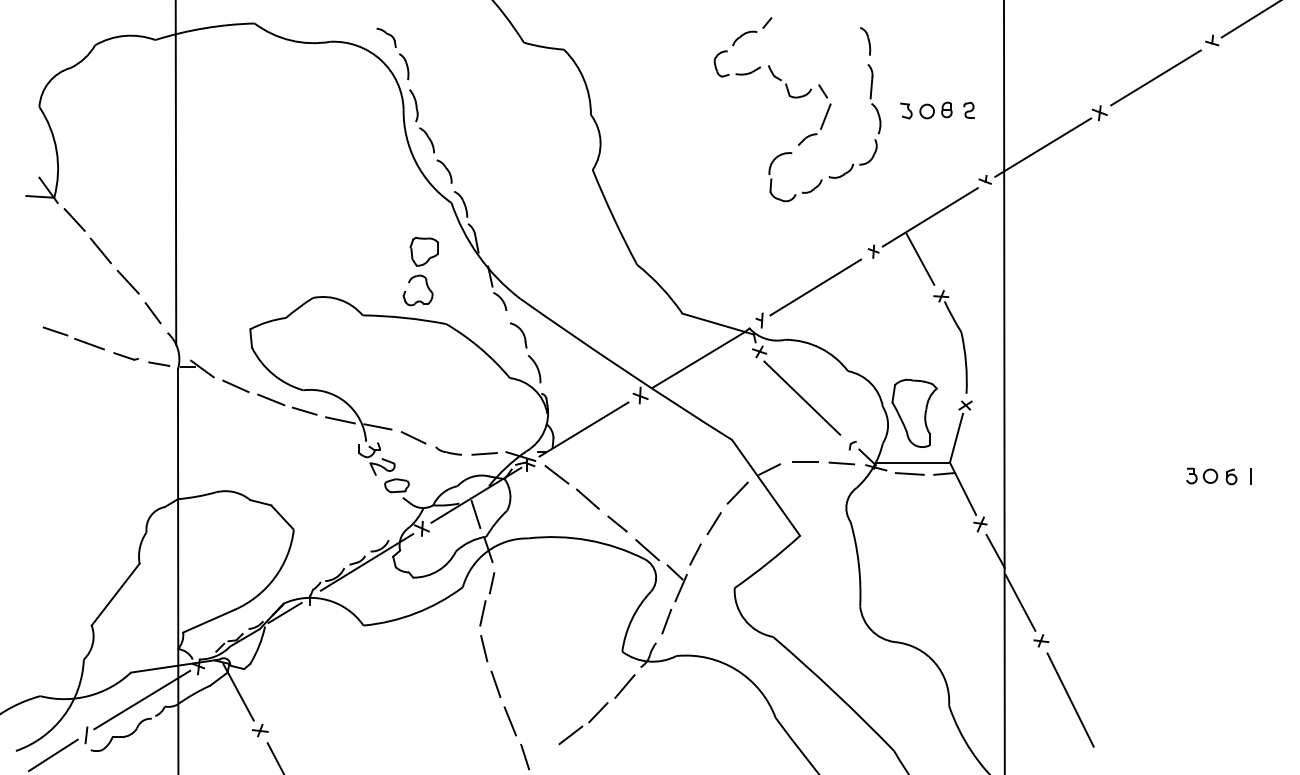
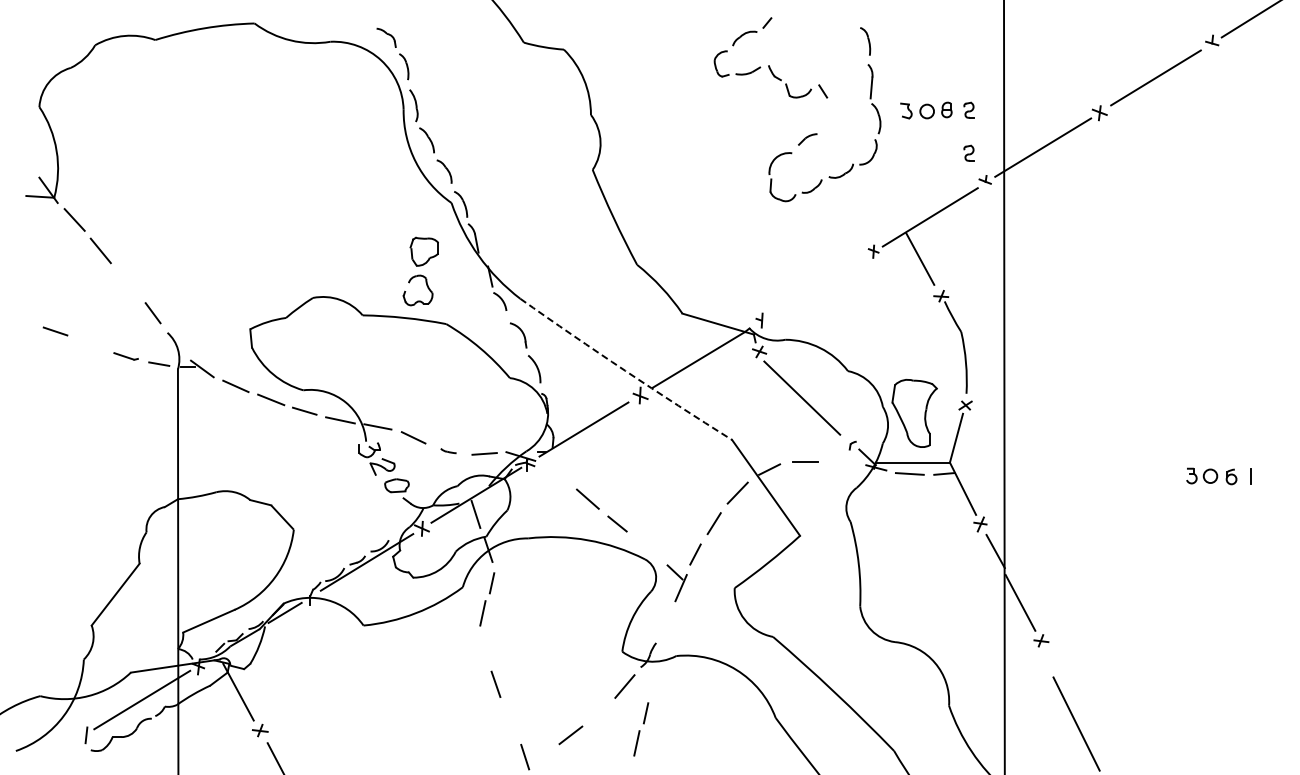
line at (825, 116): present -> none
part at (968, 152): none -> present
line at (175, 173): present -> none
line at (127, 281): present -> none
line at (815, 287): present -> none
line at (89, 343): present -> none
arc at (625, 370): solid -> dashed
part at (448, 450) size: 27x10 px -> 17x7 px
line at (841, 463): present -> none
line at (556, 474): present -> none
line at (647, 550): present -> none
line at (666, 621): present -> none
line at (484, 648): present -> none
line at (1070, 699) position: (1070, 699) -> (1076, 723)
line at (598, 712): present -> none
line at (510, 721): present -> none
part at (641, 729): none -> present
line at (52, 755): present -> none
